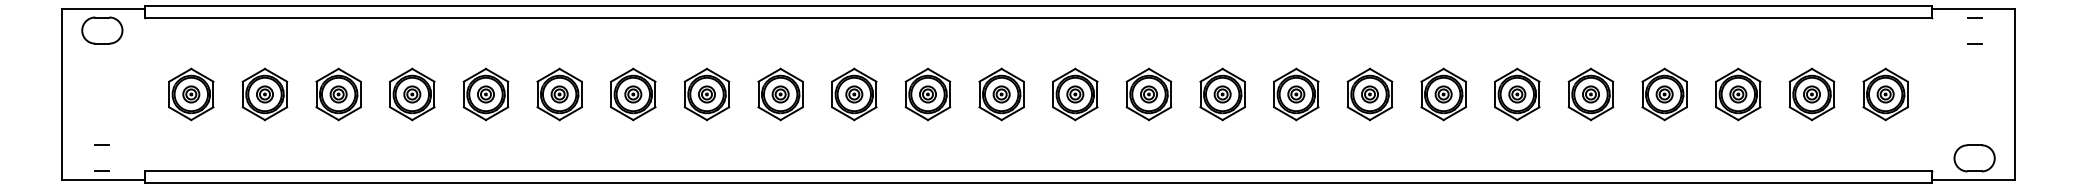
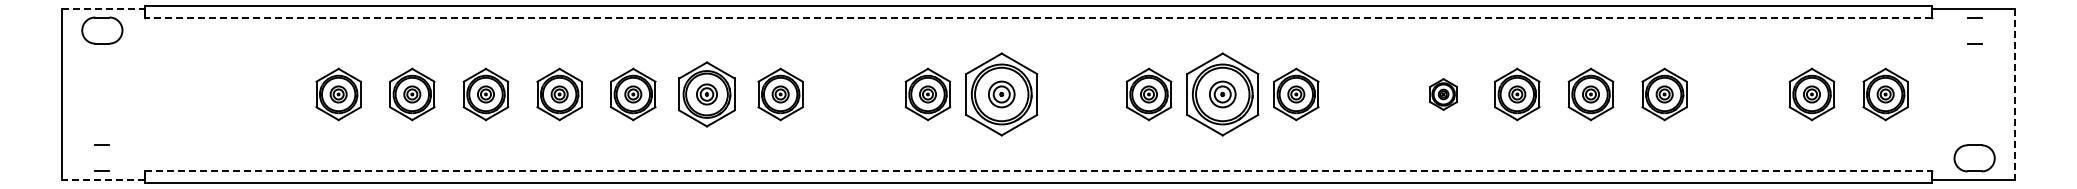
line at (104, 8): solid -> dashed
line at (1038, 17): solid -> dashed
part at (191, 94): present -> none
part at (264, 94): present -> none
part at (706, 94) size: 48x55 px -> 58x67 px
part at (854, 94): present -> none
part at (1001, 94) size: 47x55 px -> 74x85 px
part at (1075, 94): present -> none
part at (1222, 94) size: 47x55 px -> 74x85 px
part at (1369, 94): present -> none
part at (1443, 94) size: 47x55 px -> 29x33 px
part at (1738, 94): present -> none
line at (2014, 94): solid -> dashed
line at (1038, 171): solid -> dashed
line at (103, 180): solid -> dashed
